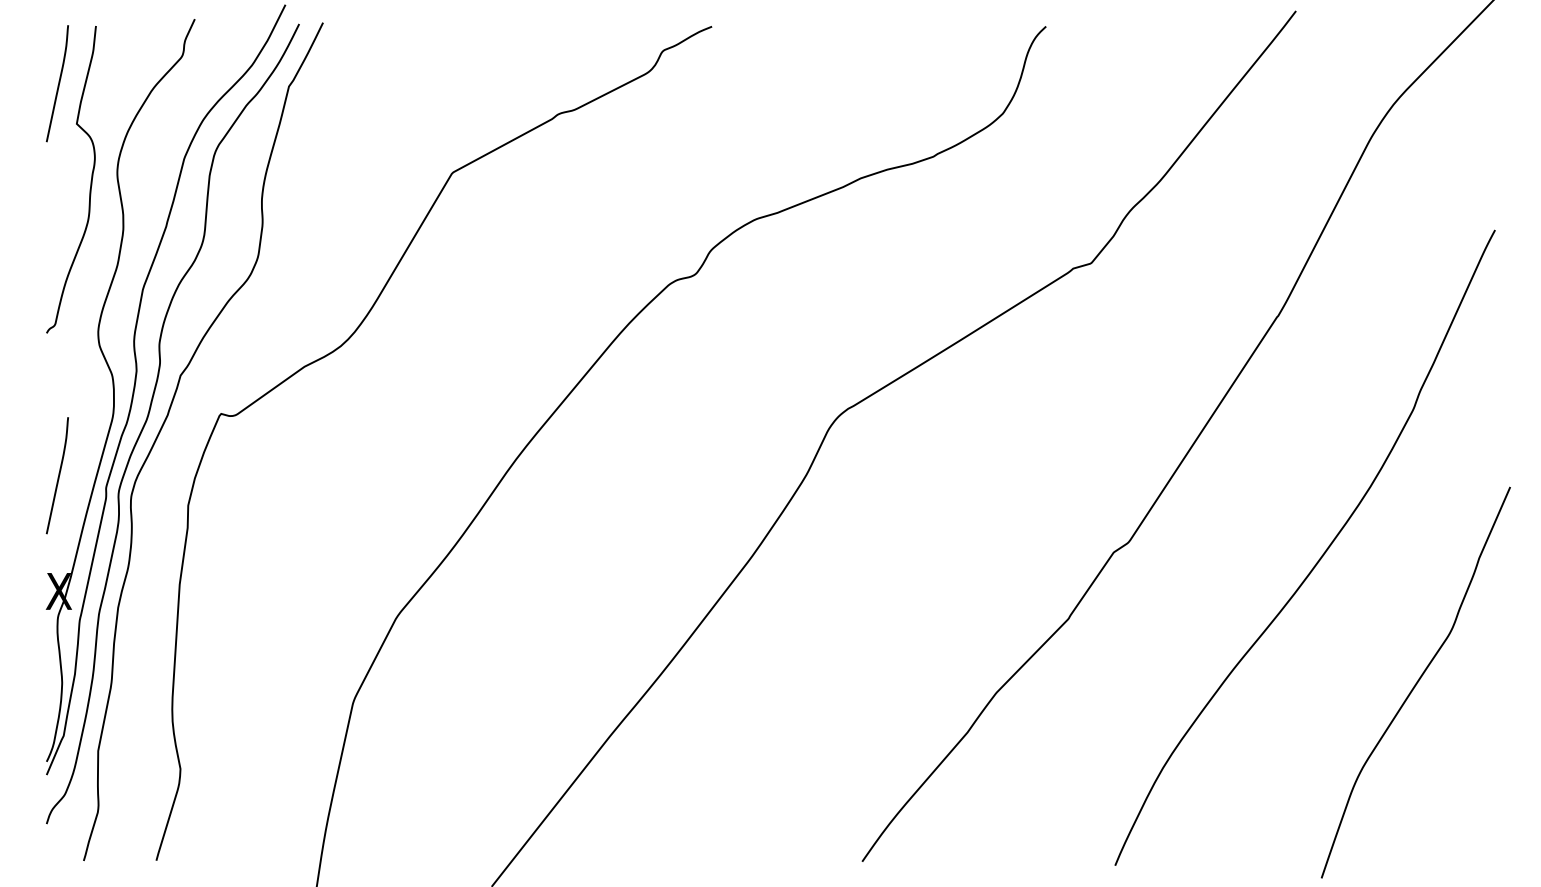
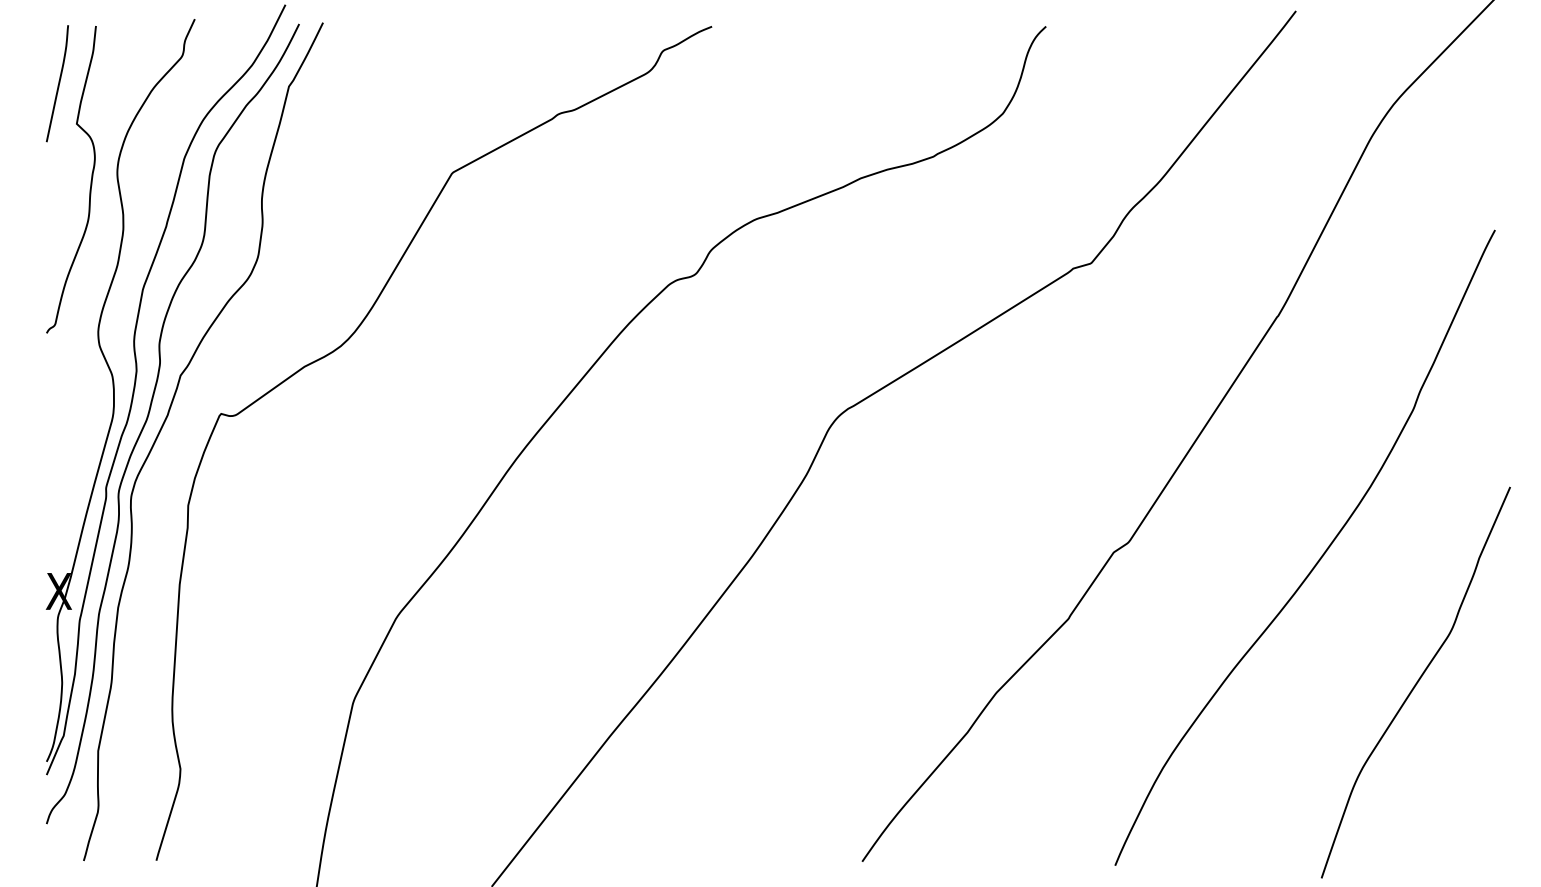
curve at (58, 475): present -> none
